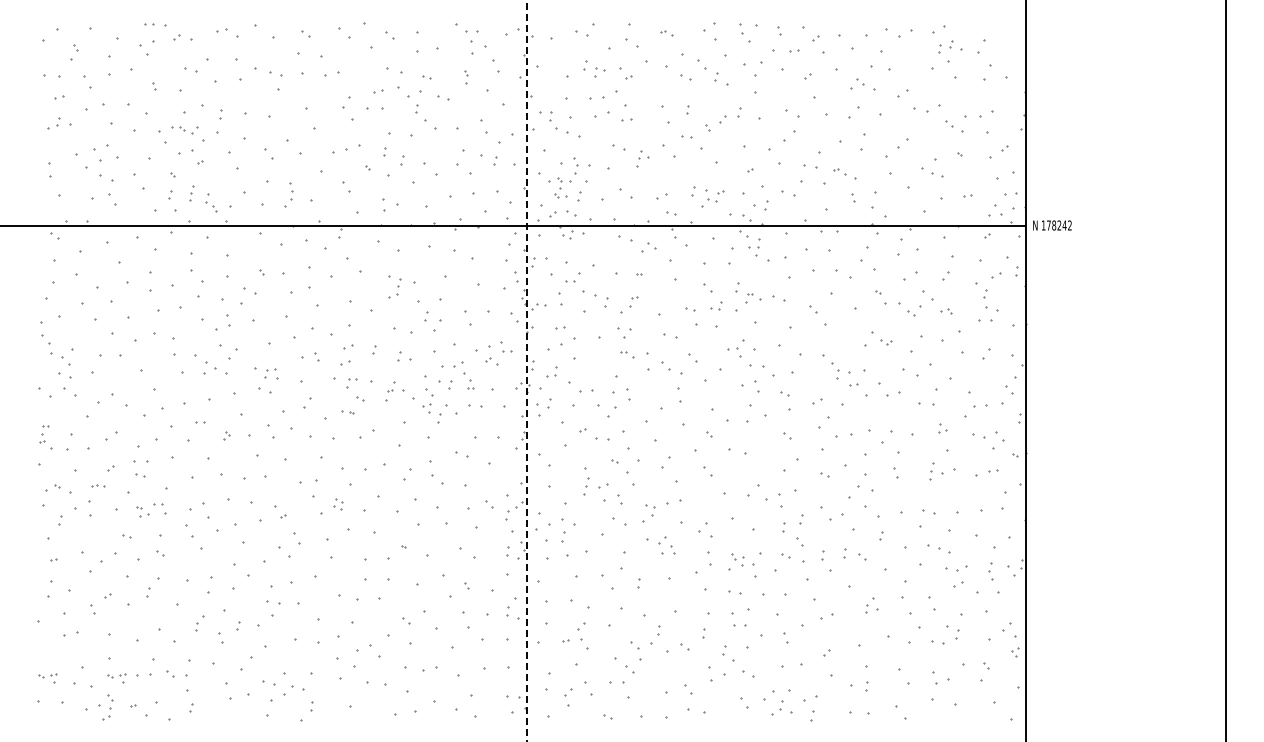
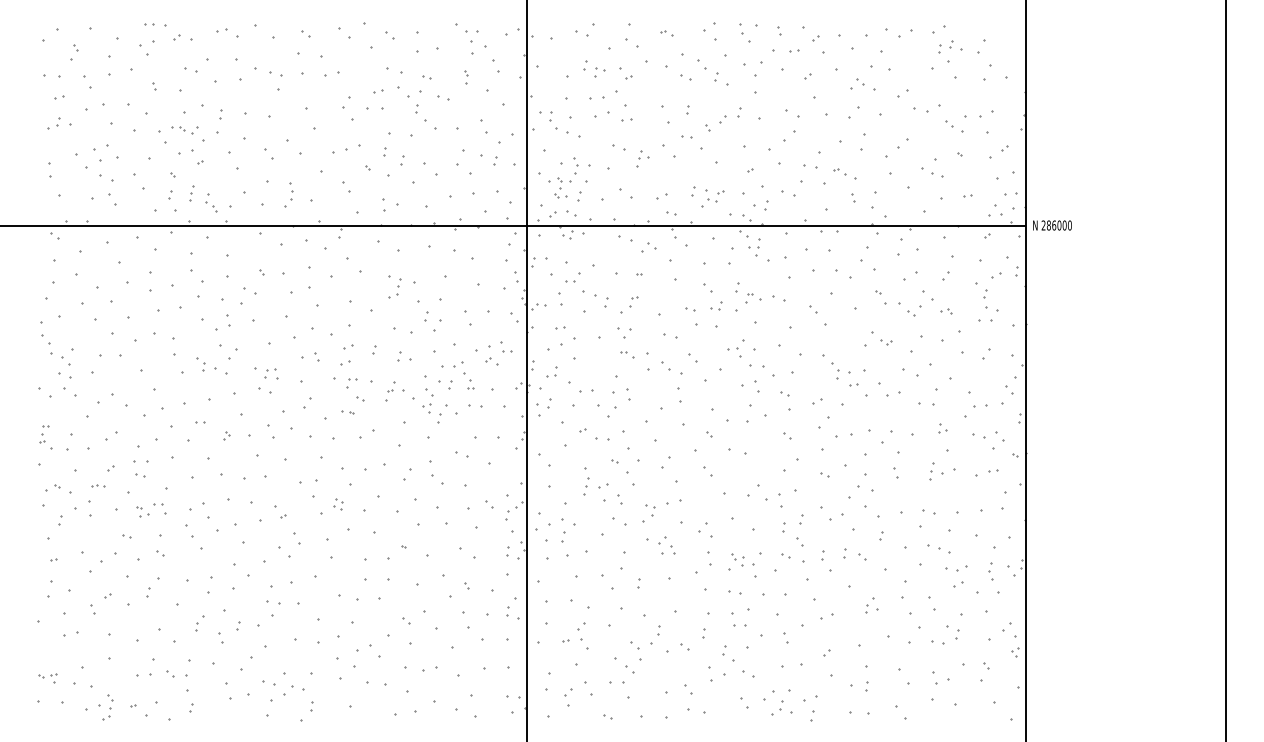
text at (1056, 225): 178242 -> 286000
part at (200, 364) size: 14x21 px -> 10x15 px
line at (526, 371): dashed -> solid
part at (116, 678): present -> none
